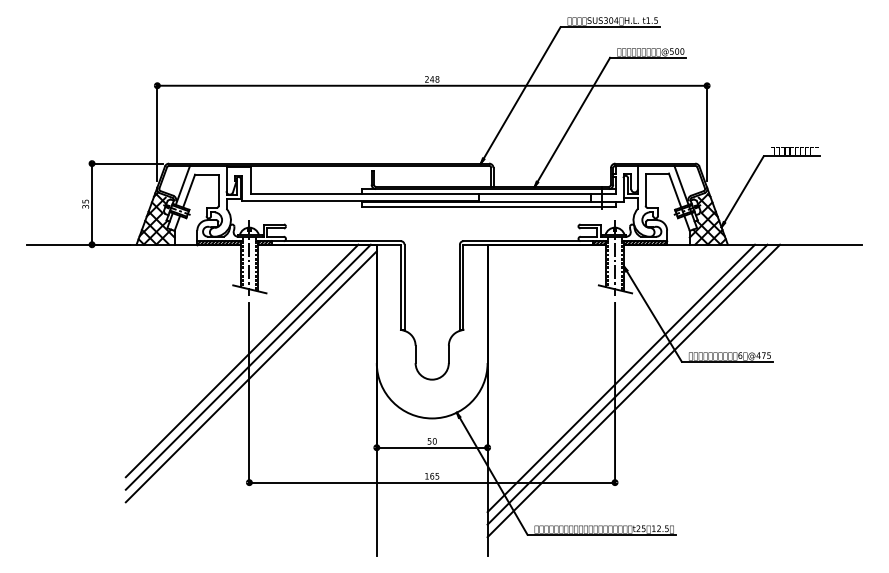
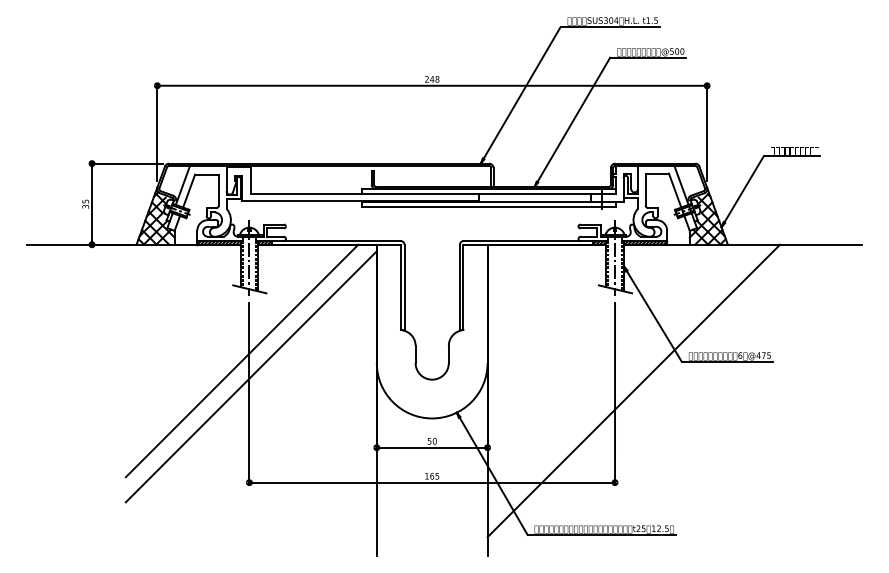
line at (247, 366): present -> none
line at (621, 378): present -> none
line at (627, 384): present -> none
